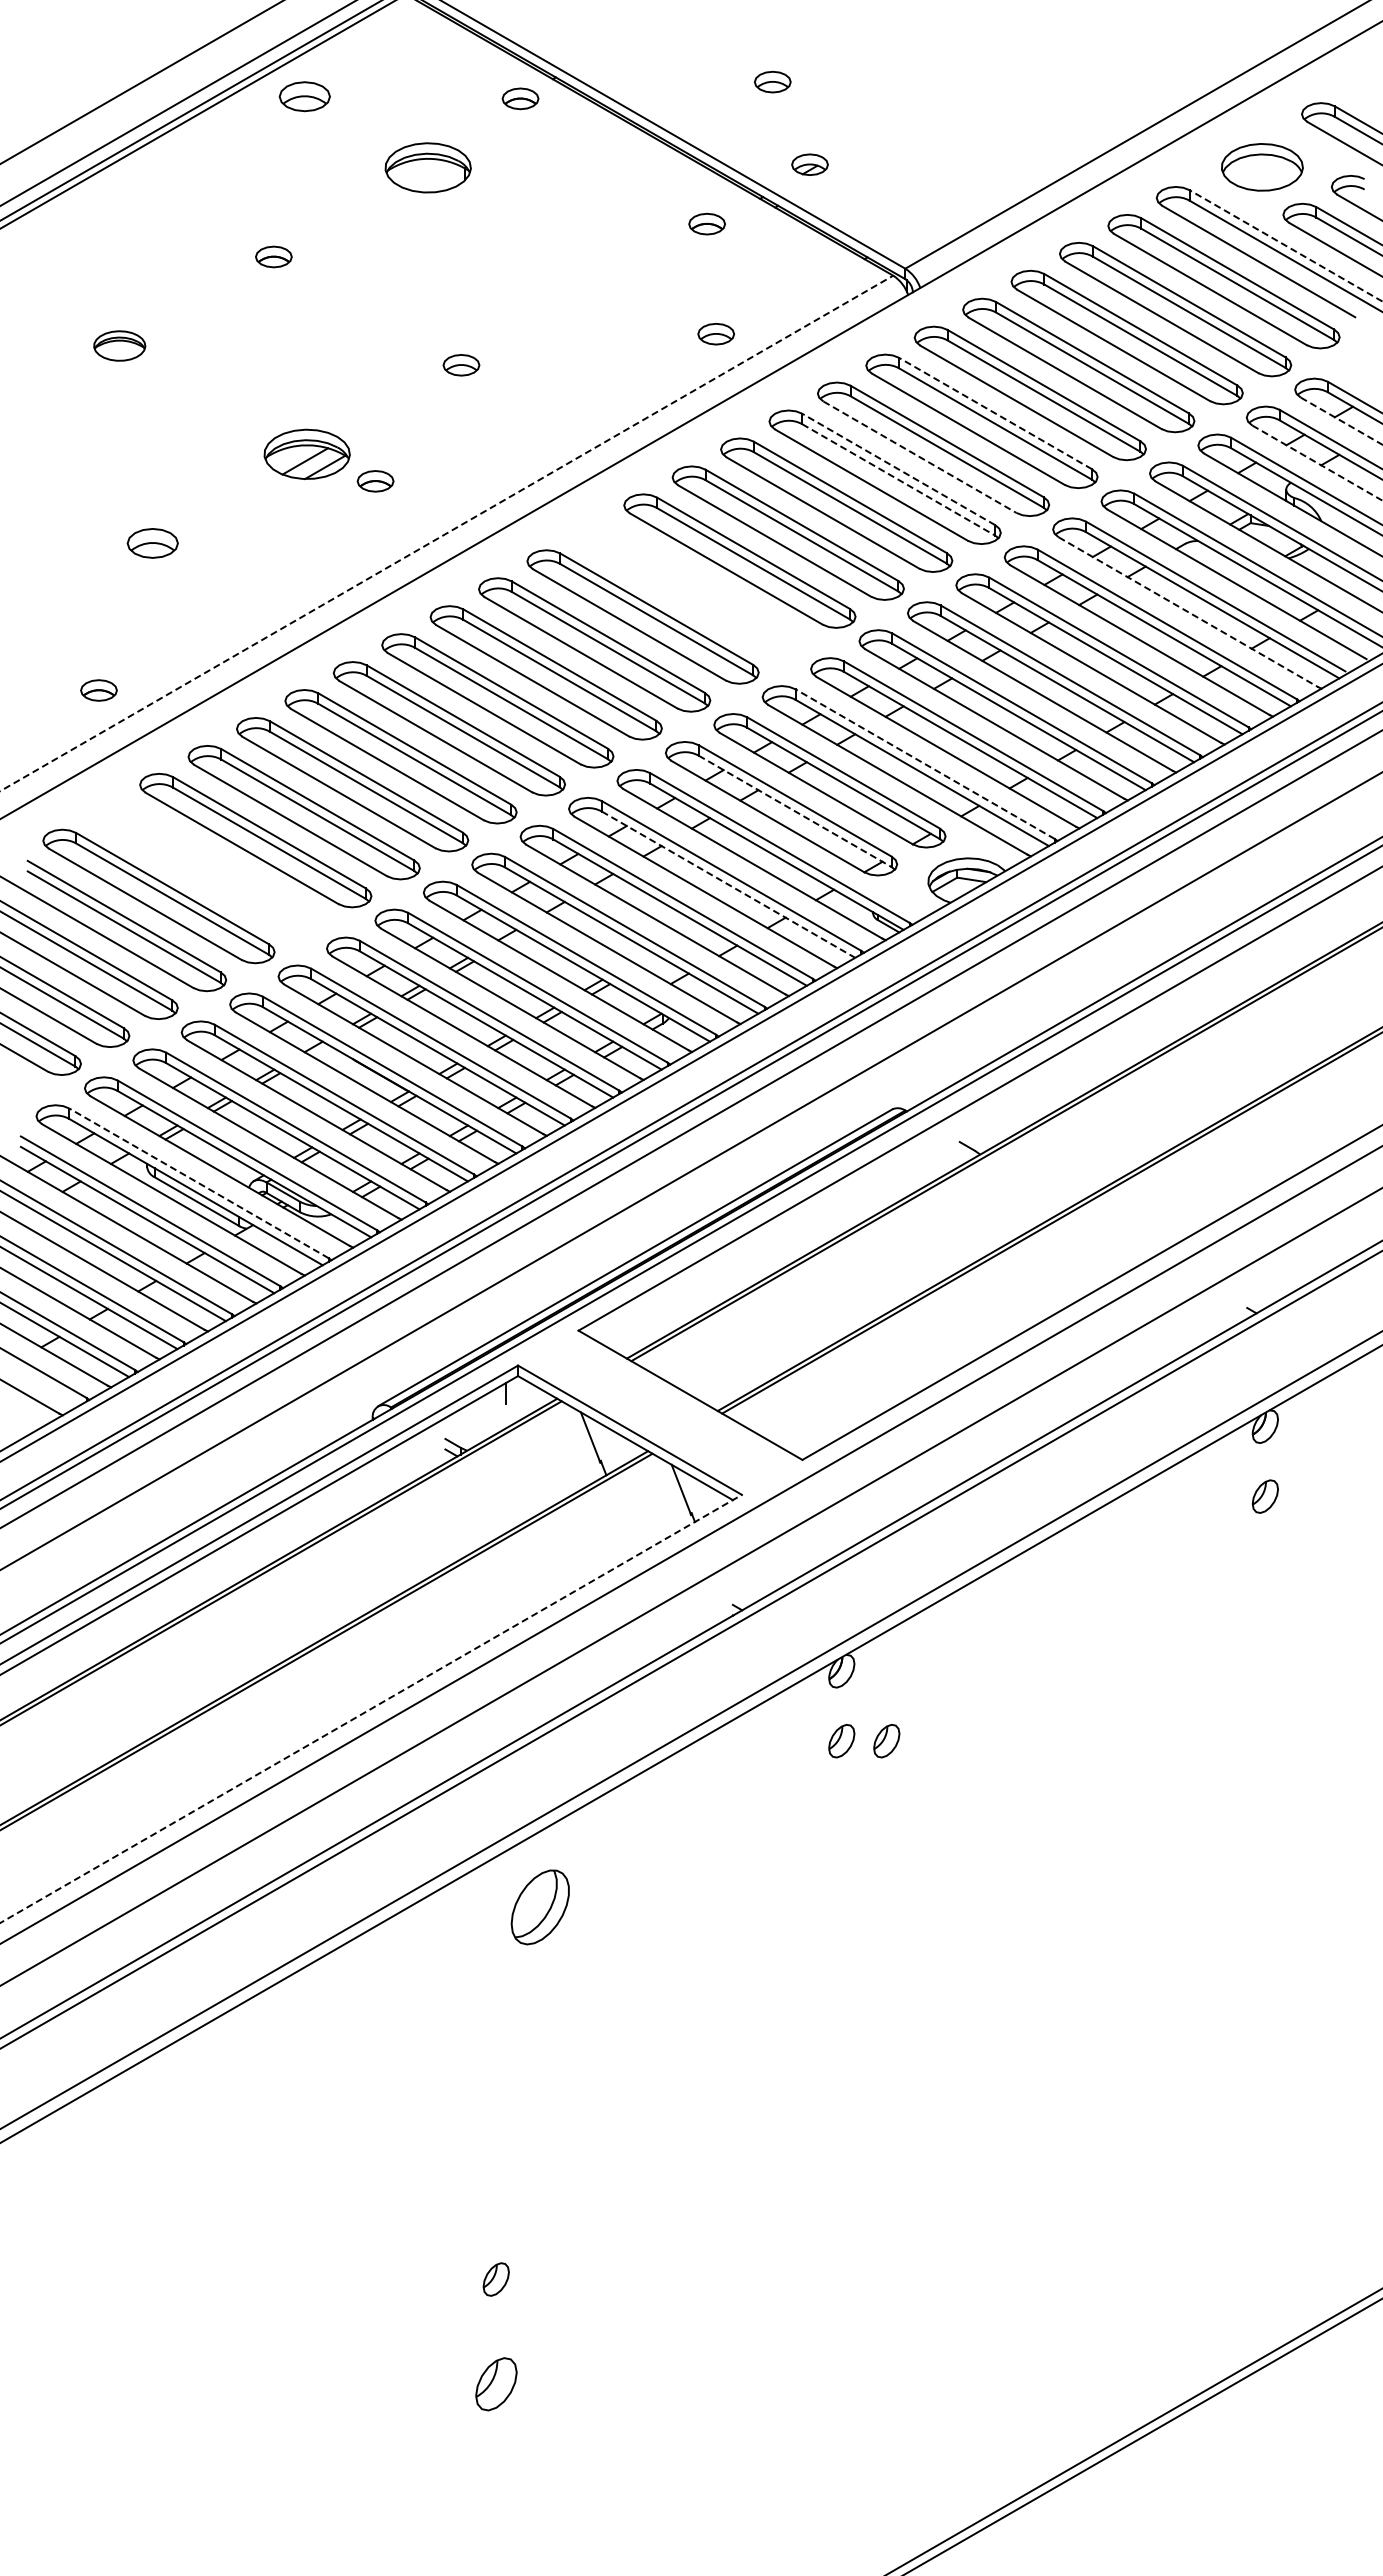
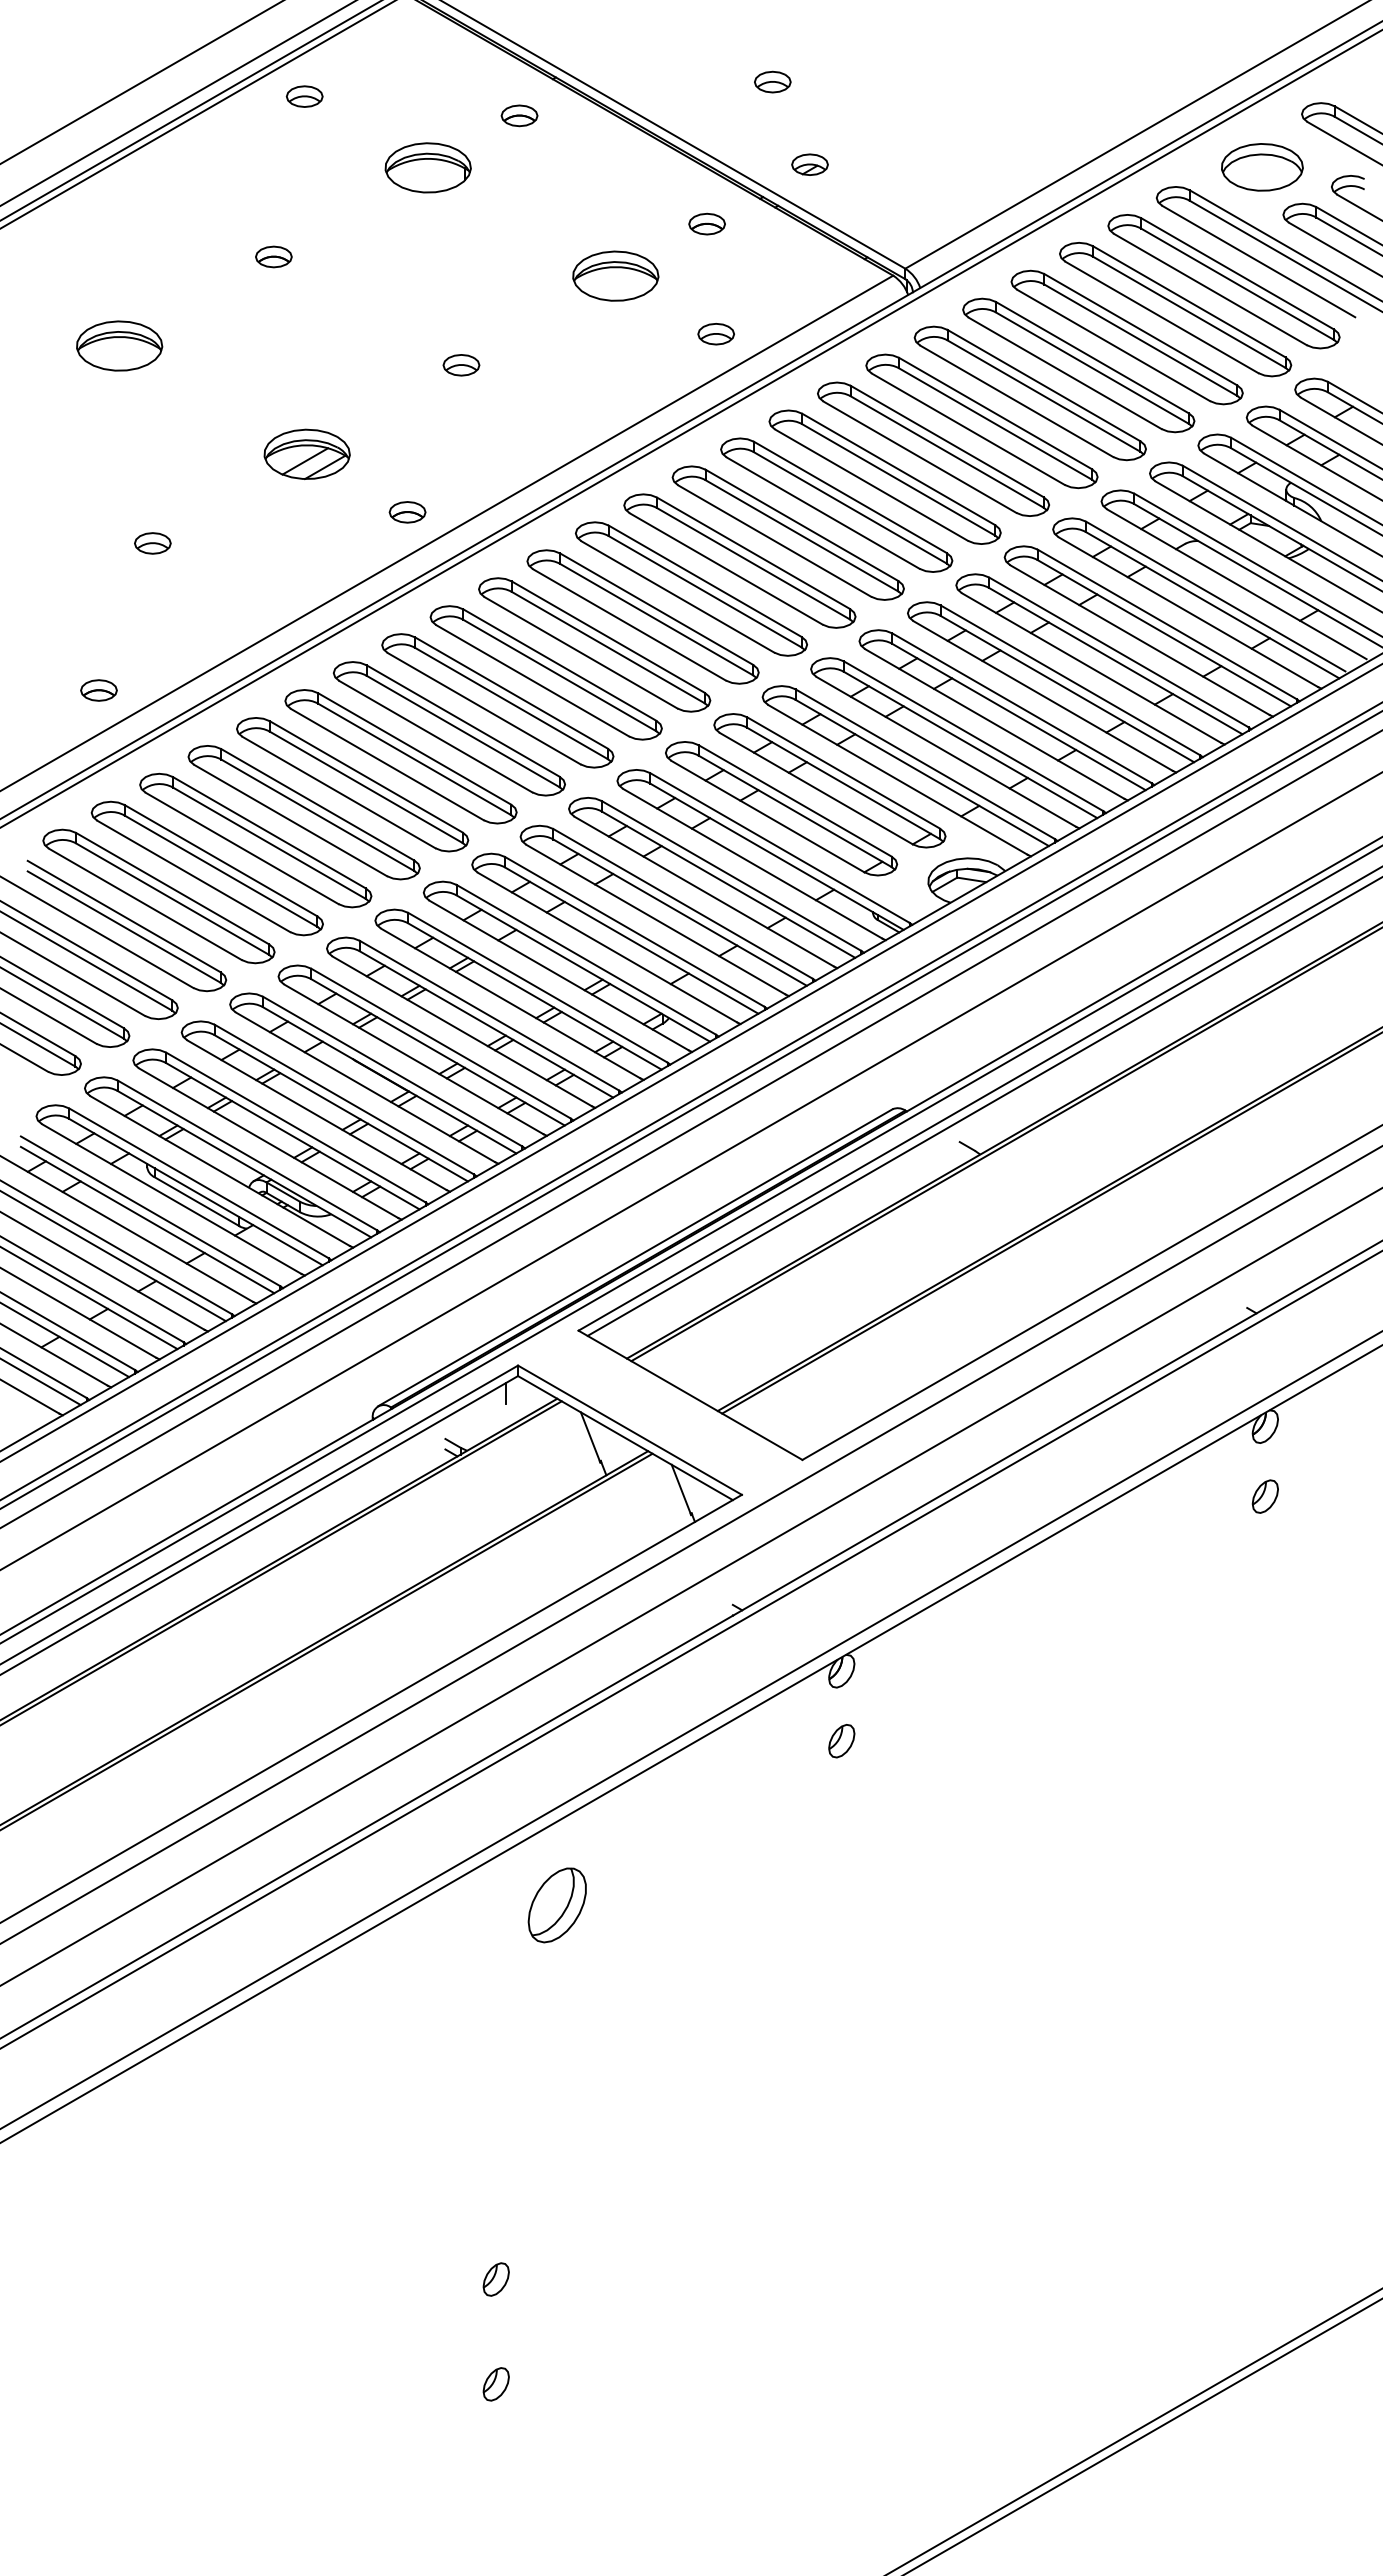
part at (304, 96) size: 53x32 px -> 39x23 px
part at (520, 98) position: (520, 98) -> (519, 115)
line at (1285, 245): dashed -> solid
part at (615, 275): none -> present
part at (119, 345) size: 54x32 px -> 88x52 px
line at (995, 413): dashed -> solid
line at (1342, 421): dashed -> solid
line at (690, 428): none -> present
line at (920, 457): dashed -> solid
line at (1318, 463): dashed -> solid
line at (898, 469): dashed -> solid
line at (899, 480): dashed -> solid
part at (375, 481) position: (375, 481) -> (407, 512)
line at (447, 533): dashed -> solid
part at (152, 543) size: 53x31 px -> 38x23 px
part at (690, 588): none -> present
line at (1188, 612): dashed -> solid
line at (925, 764): dashed -> solid
line at (795, 811): dashed -> solid
part at (206, 868): none -> present
line at (728, 884): dashed -> solid
line at (983, 1106): none -> present
line at (199, 1183): dashed -> solid
line at (41, 1382): none -> present
line at (371, 1708): dashed -> solid
part at (886, 1741): present -> none
part at (539, 1907) position: (539, 1907) -> (556, 1905)
part at (496, 2384) size: 43x55 px -> 28x35 px
